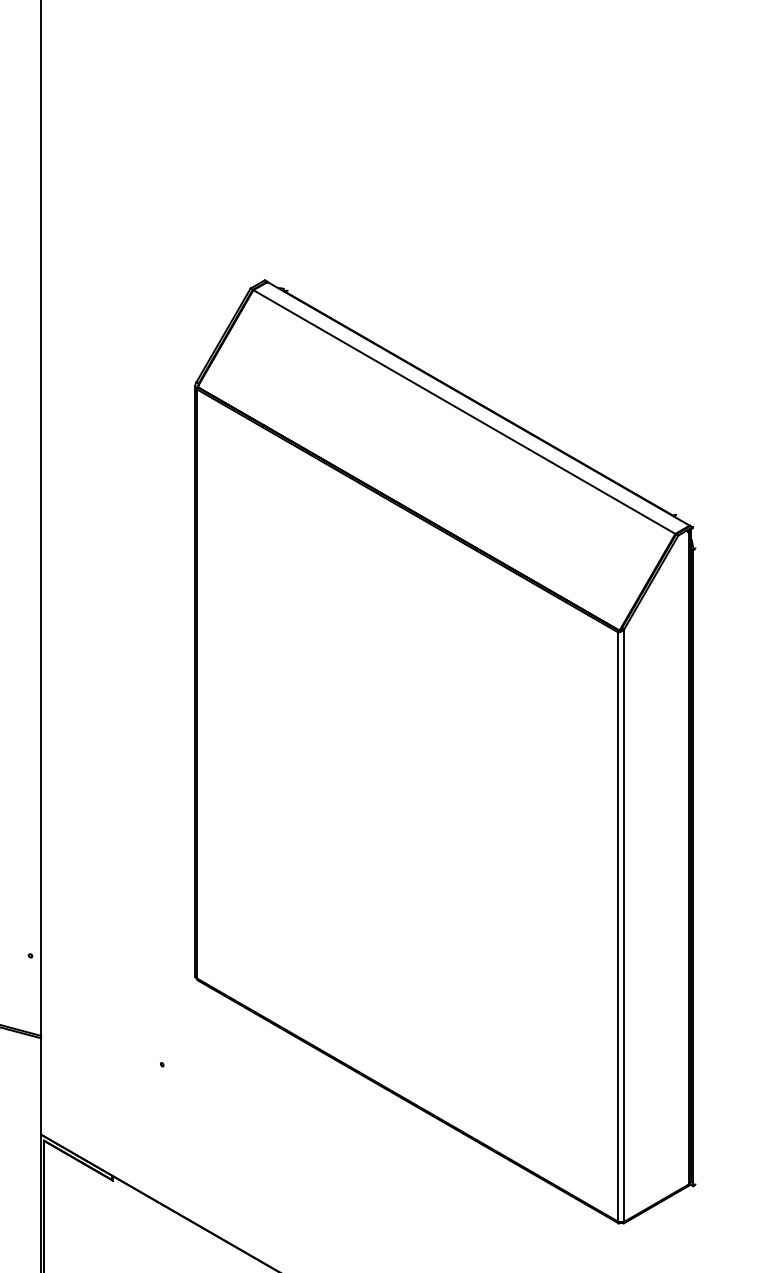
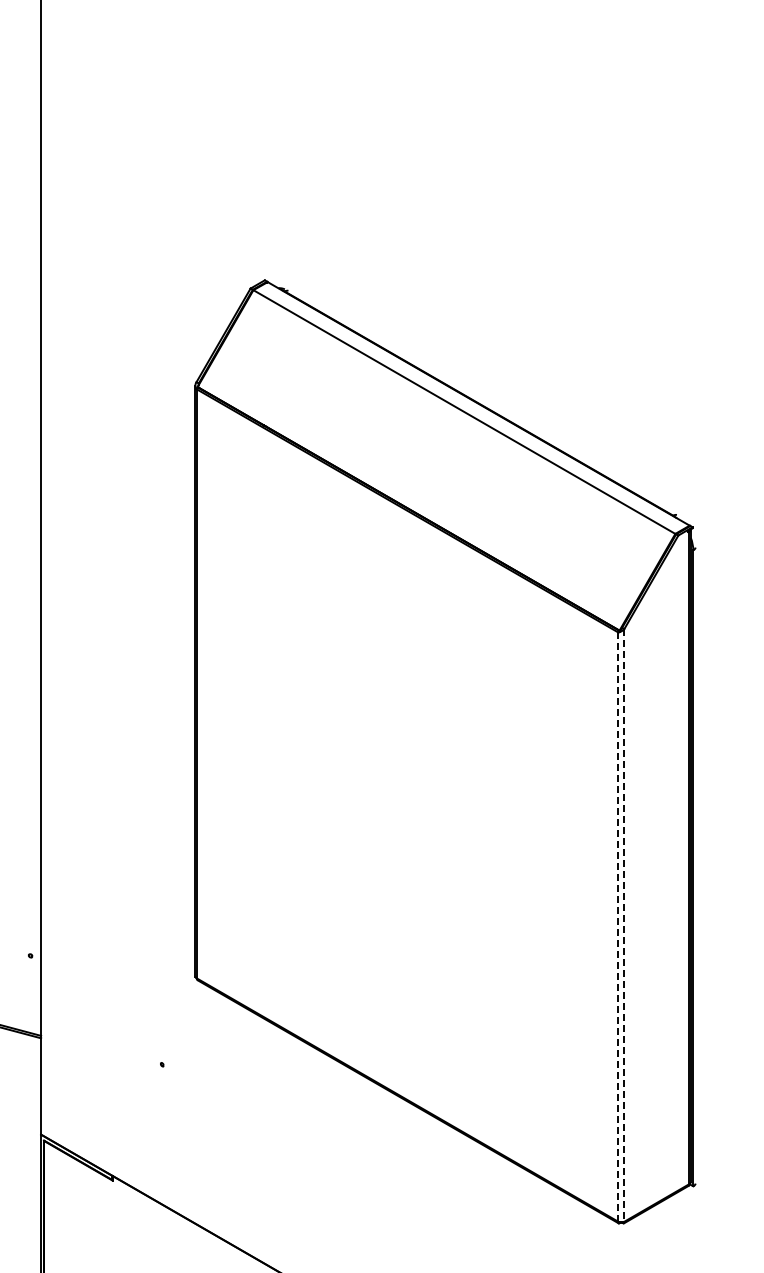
line at (624, 925): solid -> dashed
line at (618, 927): solid -> dashed
